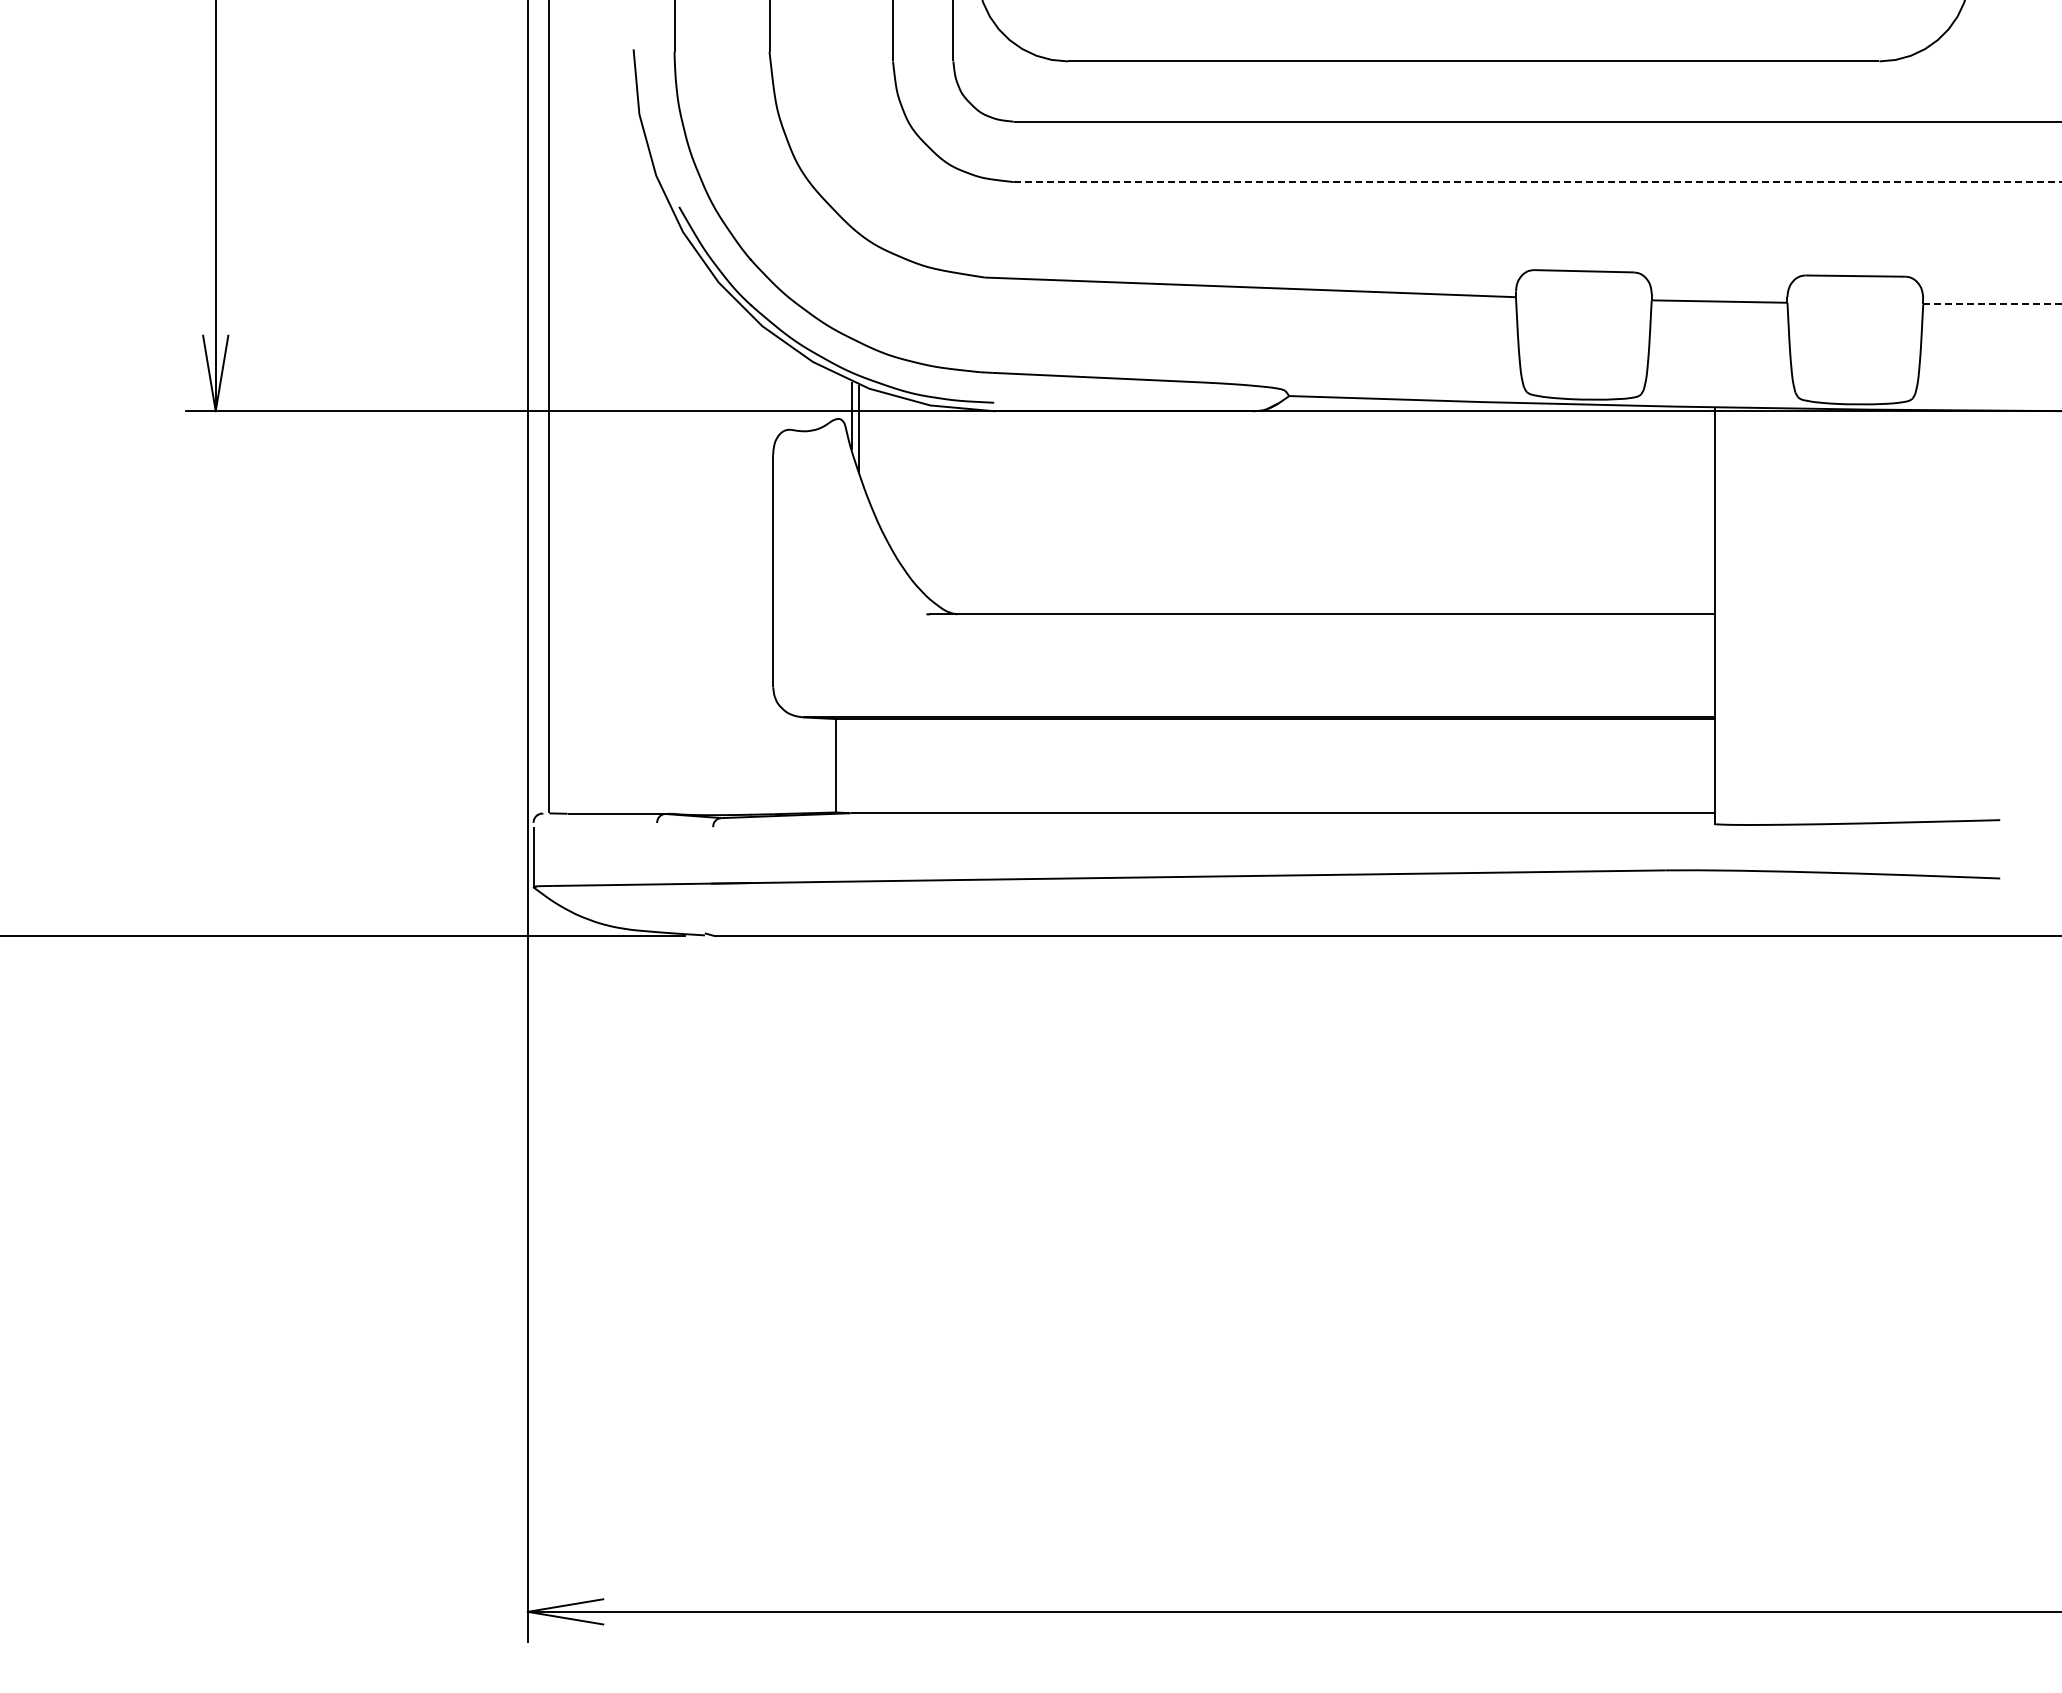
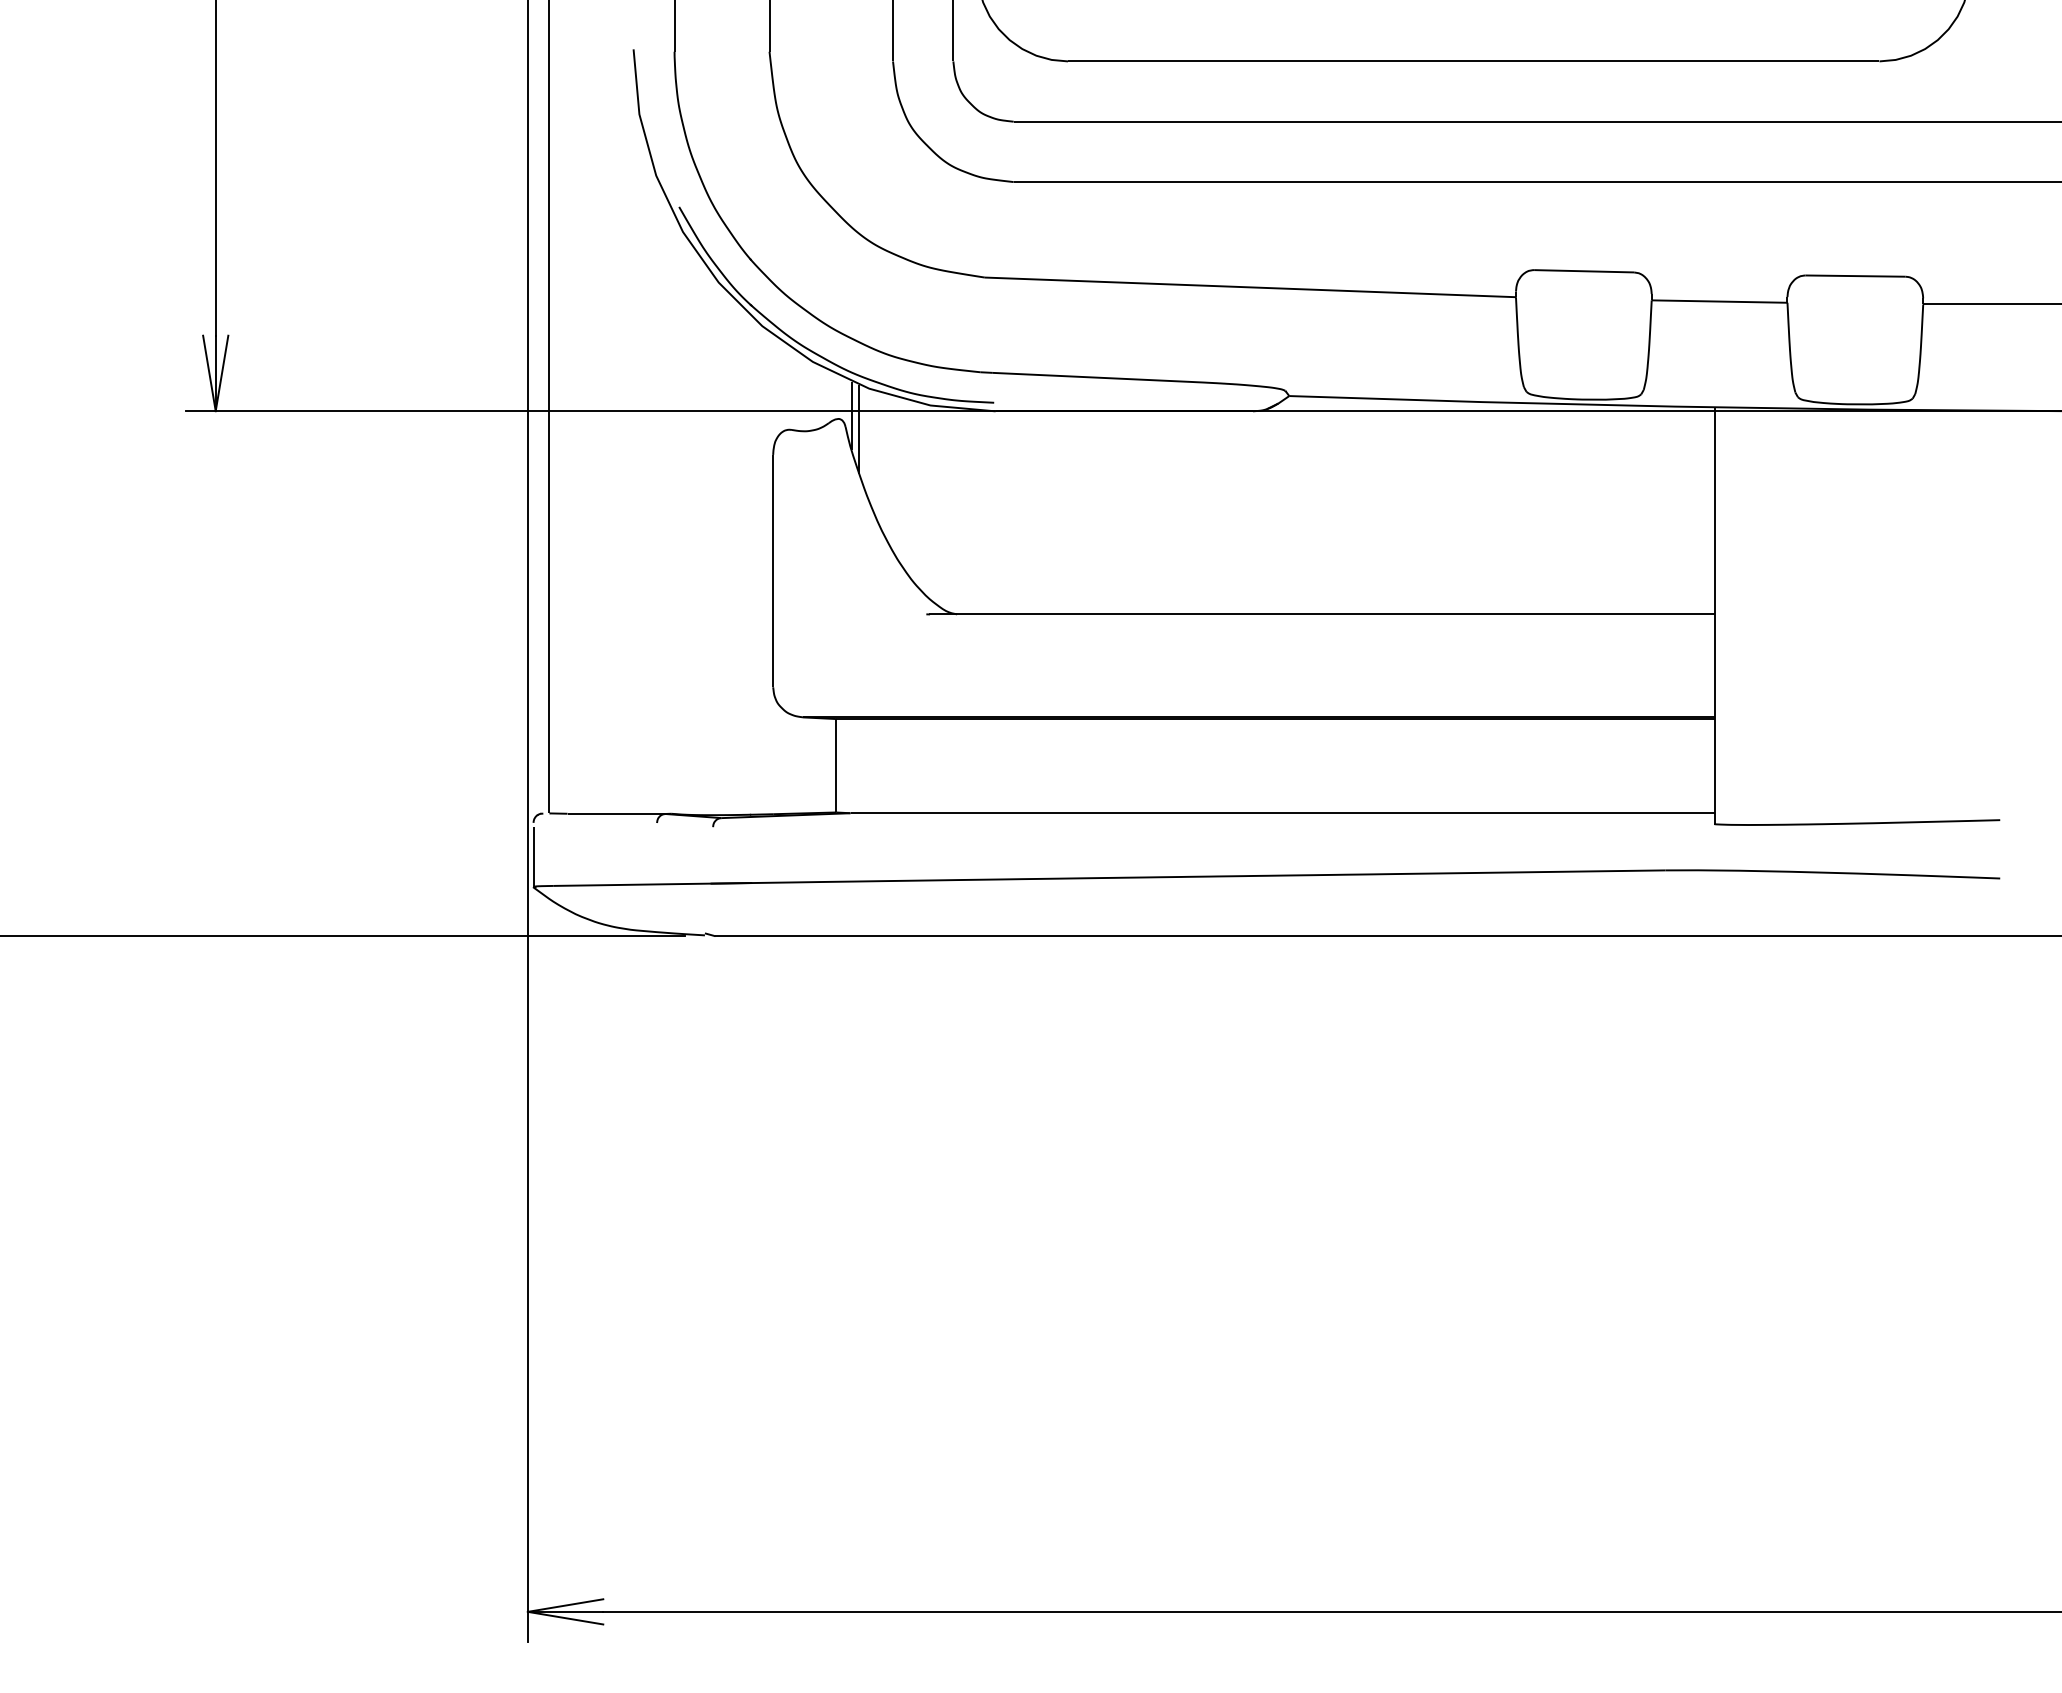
line at (1537, 182): dashed -> solid
line at (1992, 304): dashed -> solid
